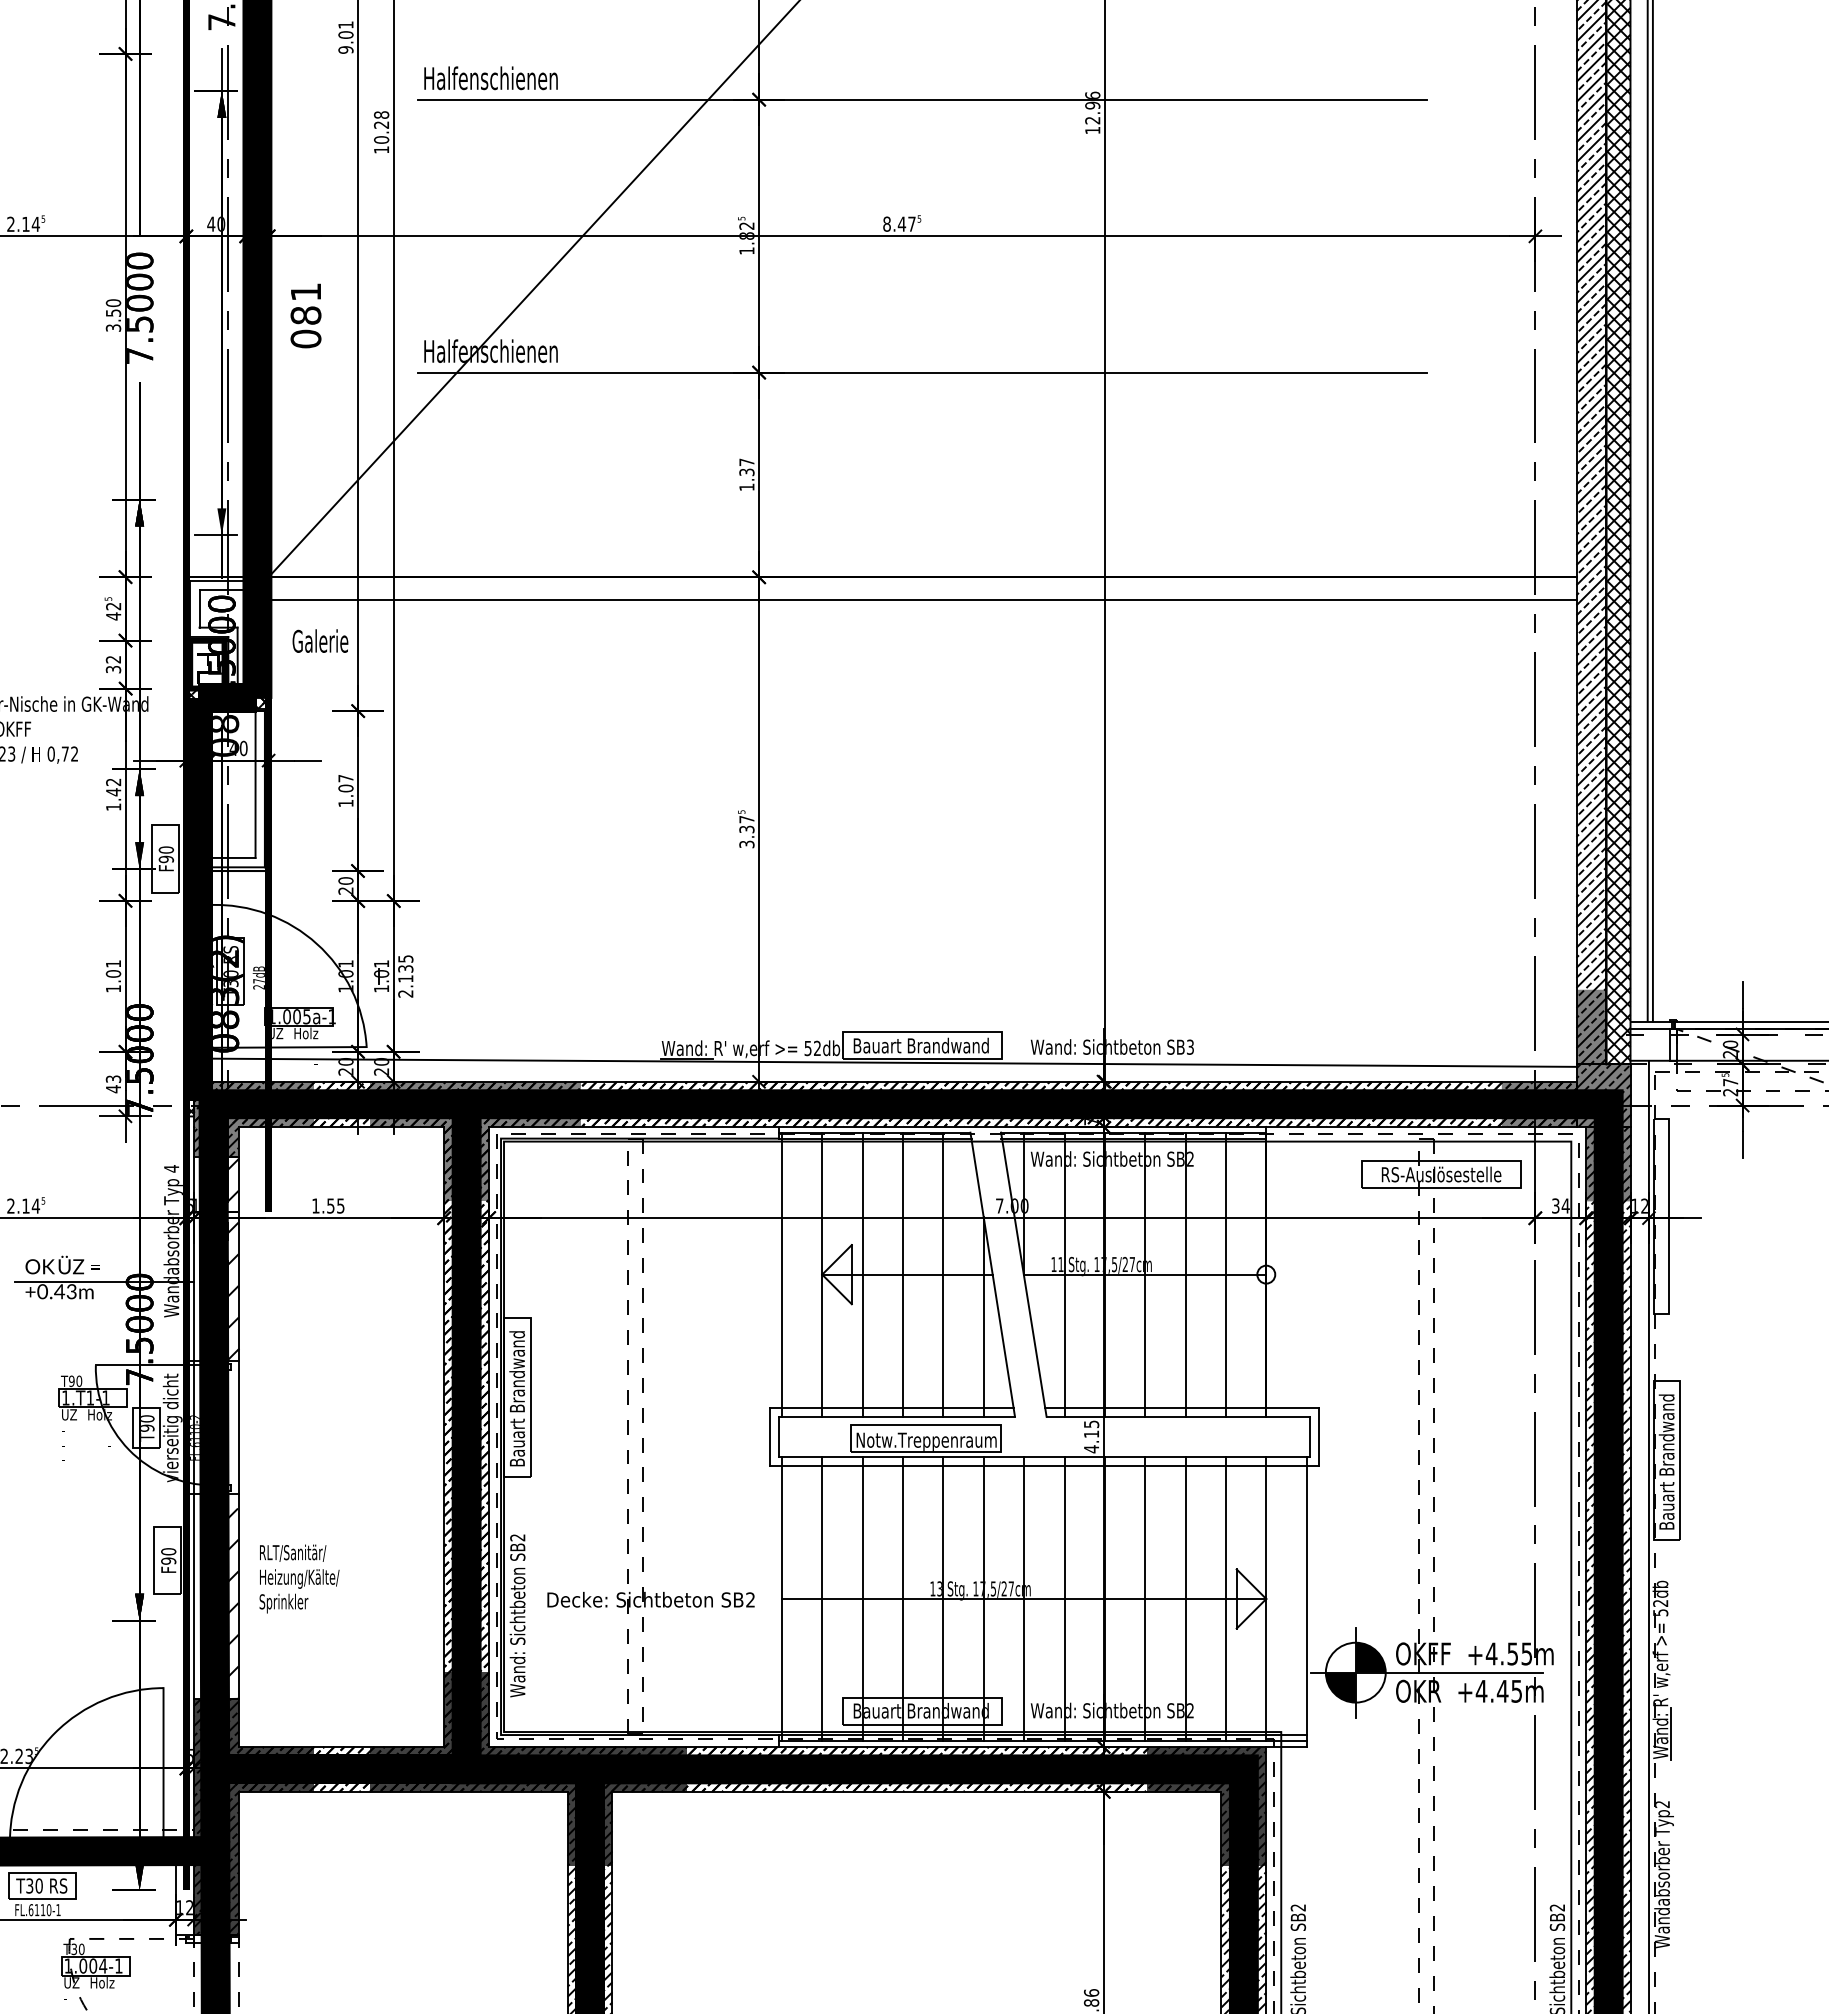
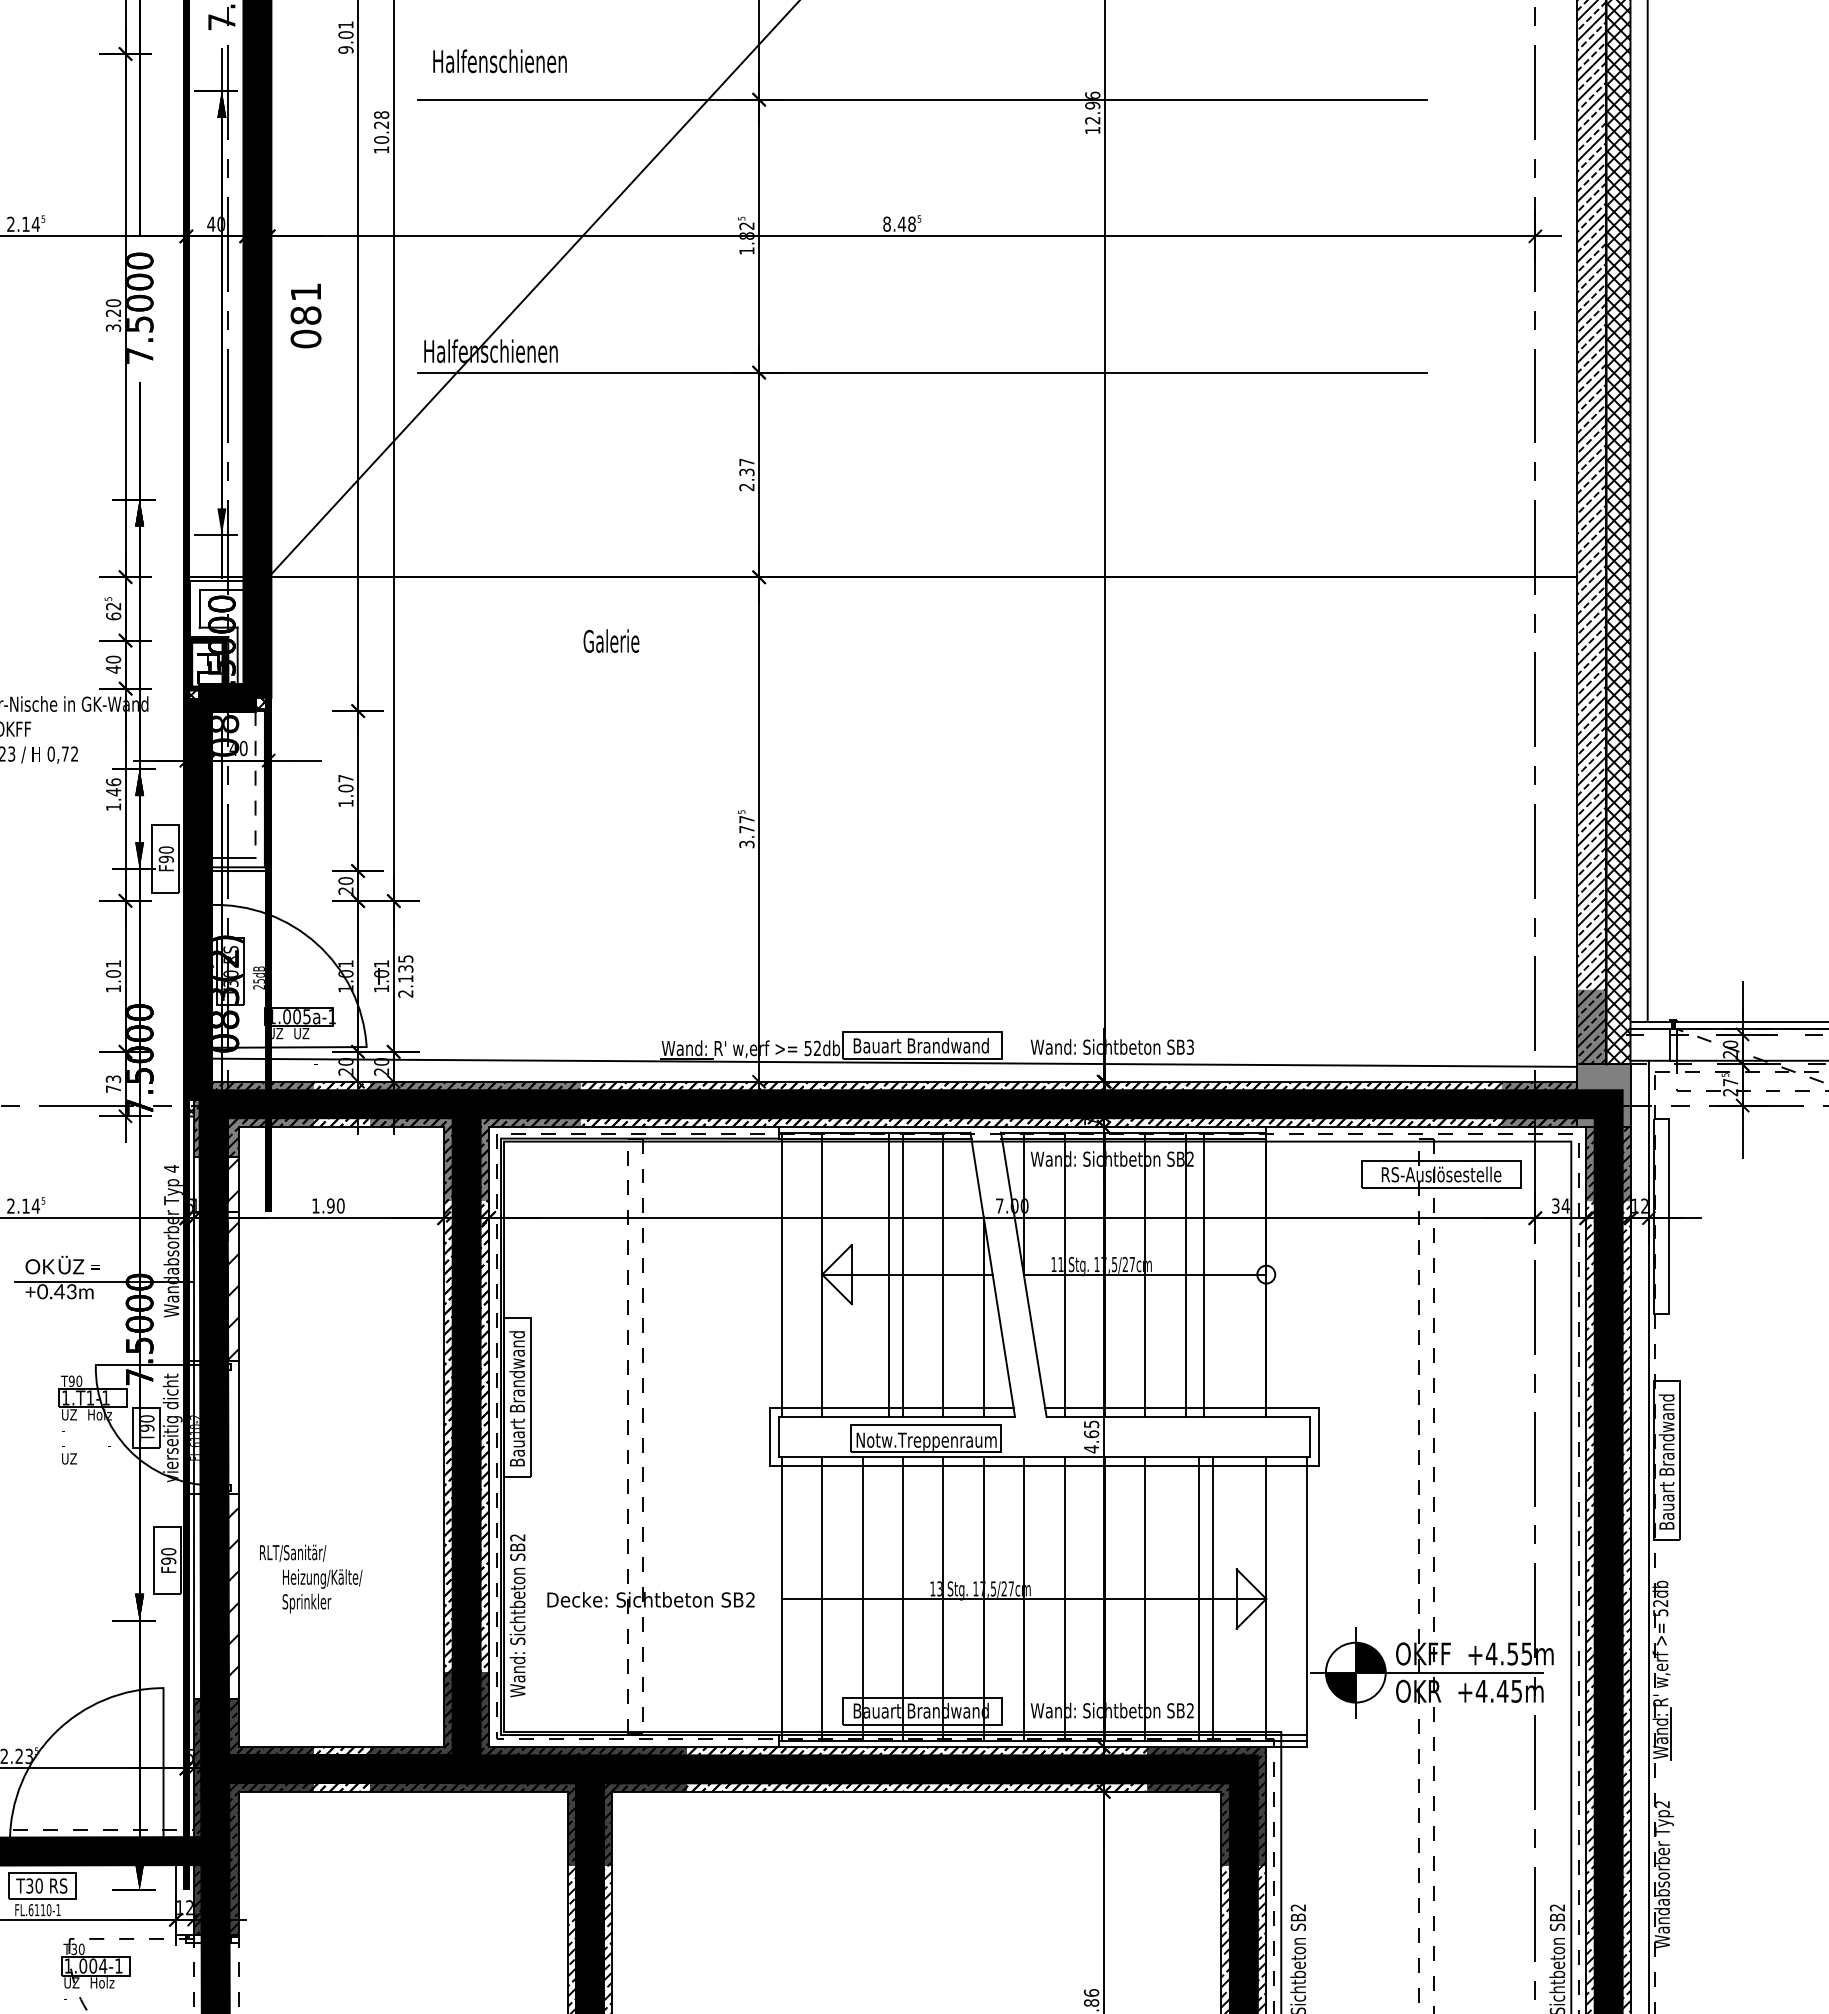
text at (490, 78) position: (490, 78) -> (499, 61)
text at (911, 223): 8.47 -> 8.48
text at (113, 312): 3.50 -> 3.20
text at (746, 487): 1.37 -> 2.37
line at (1652, 511): present -> none
line at (922, 600): present -> none
text at (113, 616): 42 -> 62
text at (320, 640) position: (320, 640) -> (611, 640)
text at (113, 664): 32 -> 40
text at (113, 782): 1.42 -> 1.46
line at (255, 784): solid -> dashed
text at (746, 829): 3.37 -> 3.77
text at (258, 981): 27dB -> 25dB
text at (306, 1033): Holz -> UZ
text at (113, 1089): 43 -> 73
hatch at (1603, 1095): present -> none
text at (335, 1205): 1.55 -> 1.90
line at (862, 1274) position: (862, 1274) -> (888, 1274)
line at (1225, 1274) position: (1225, 1274) -> (1203, 1274)
text at (1091, 1434): 4.15 -> 4.65
text at (69, 1458): - -> UZ
text at (299, 1591) position: (299, 1591) -> (322, 1591)
line at (1185, 1599) position: (1185, 1599) -> (1212, 1599)
line at (1225, 1599) position: (1225, 1599) -> (1198, 1599)
